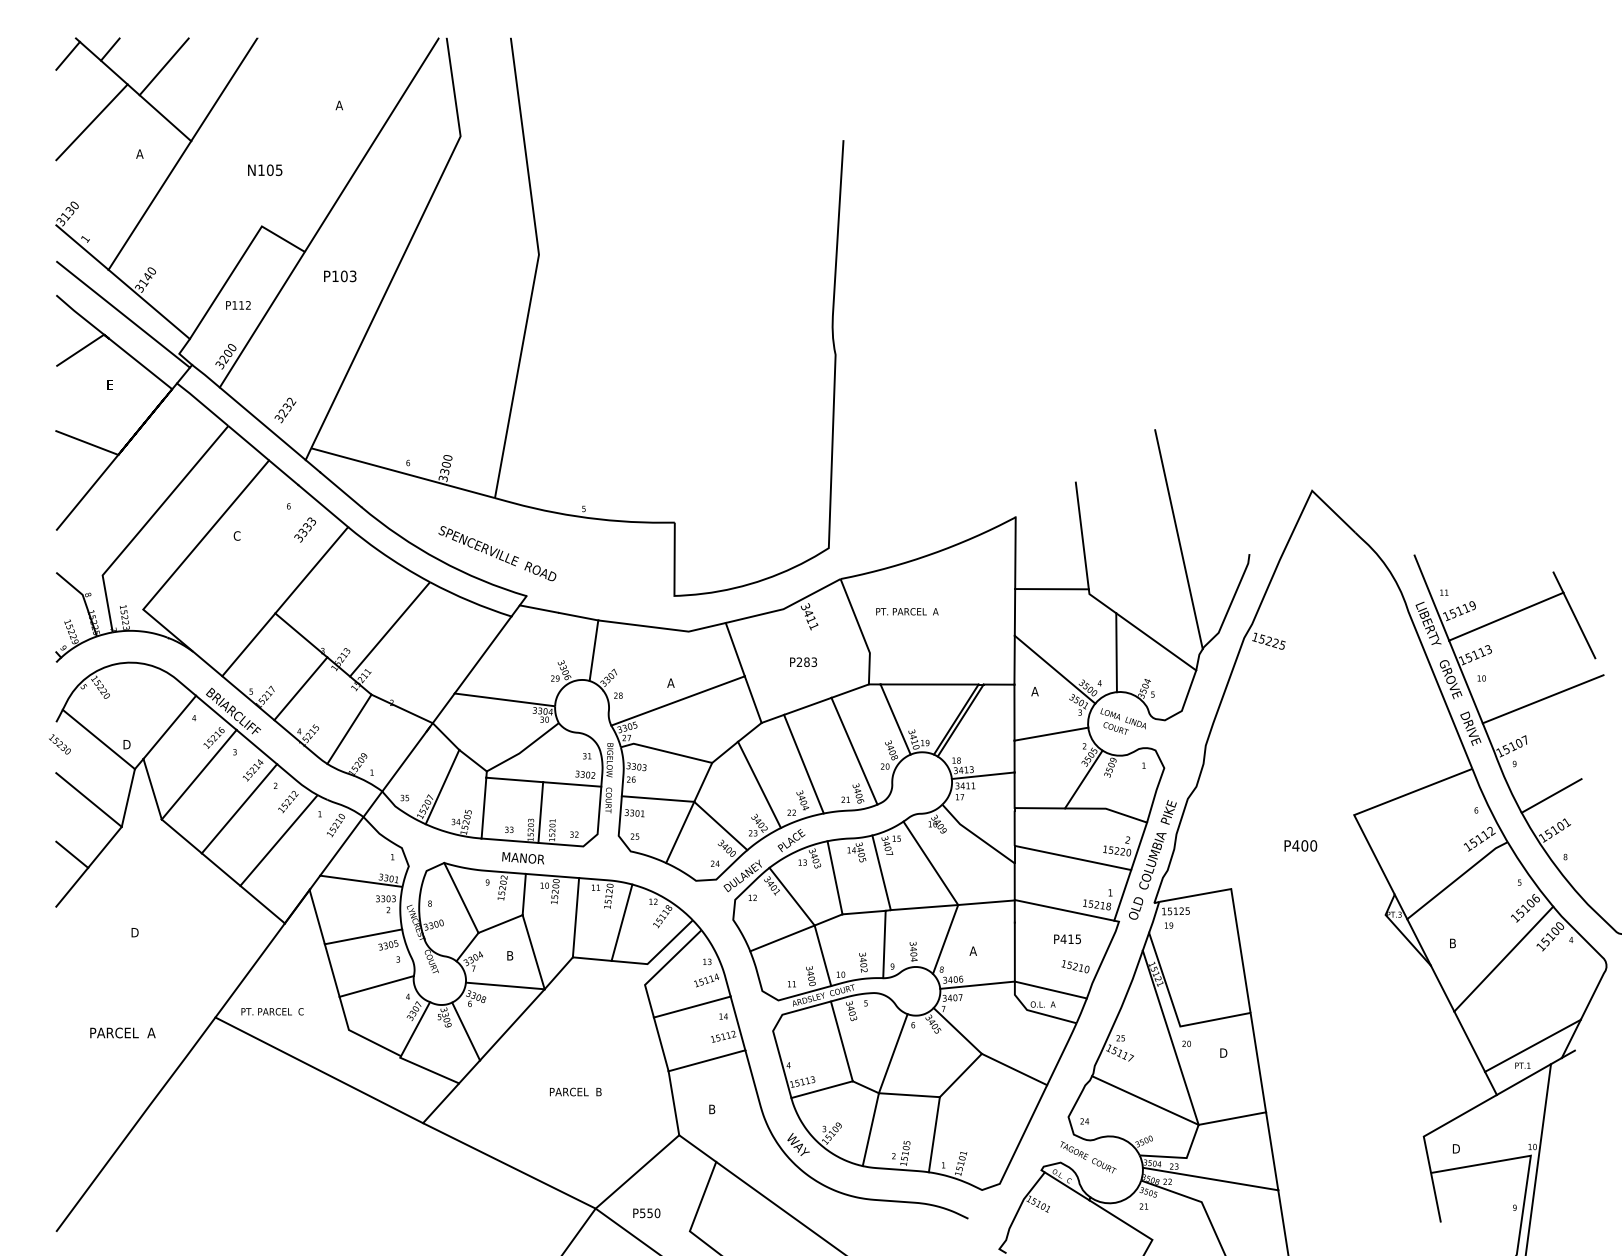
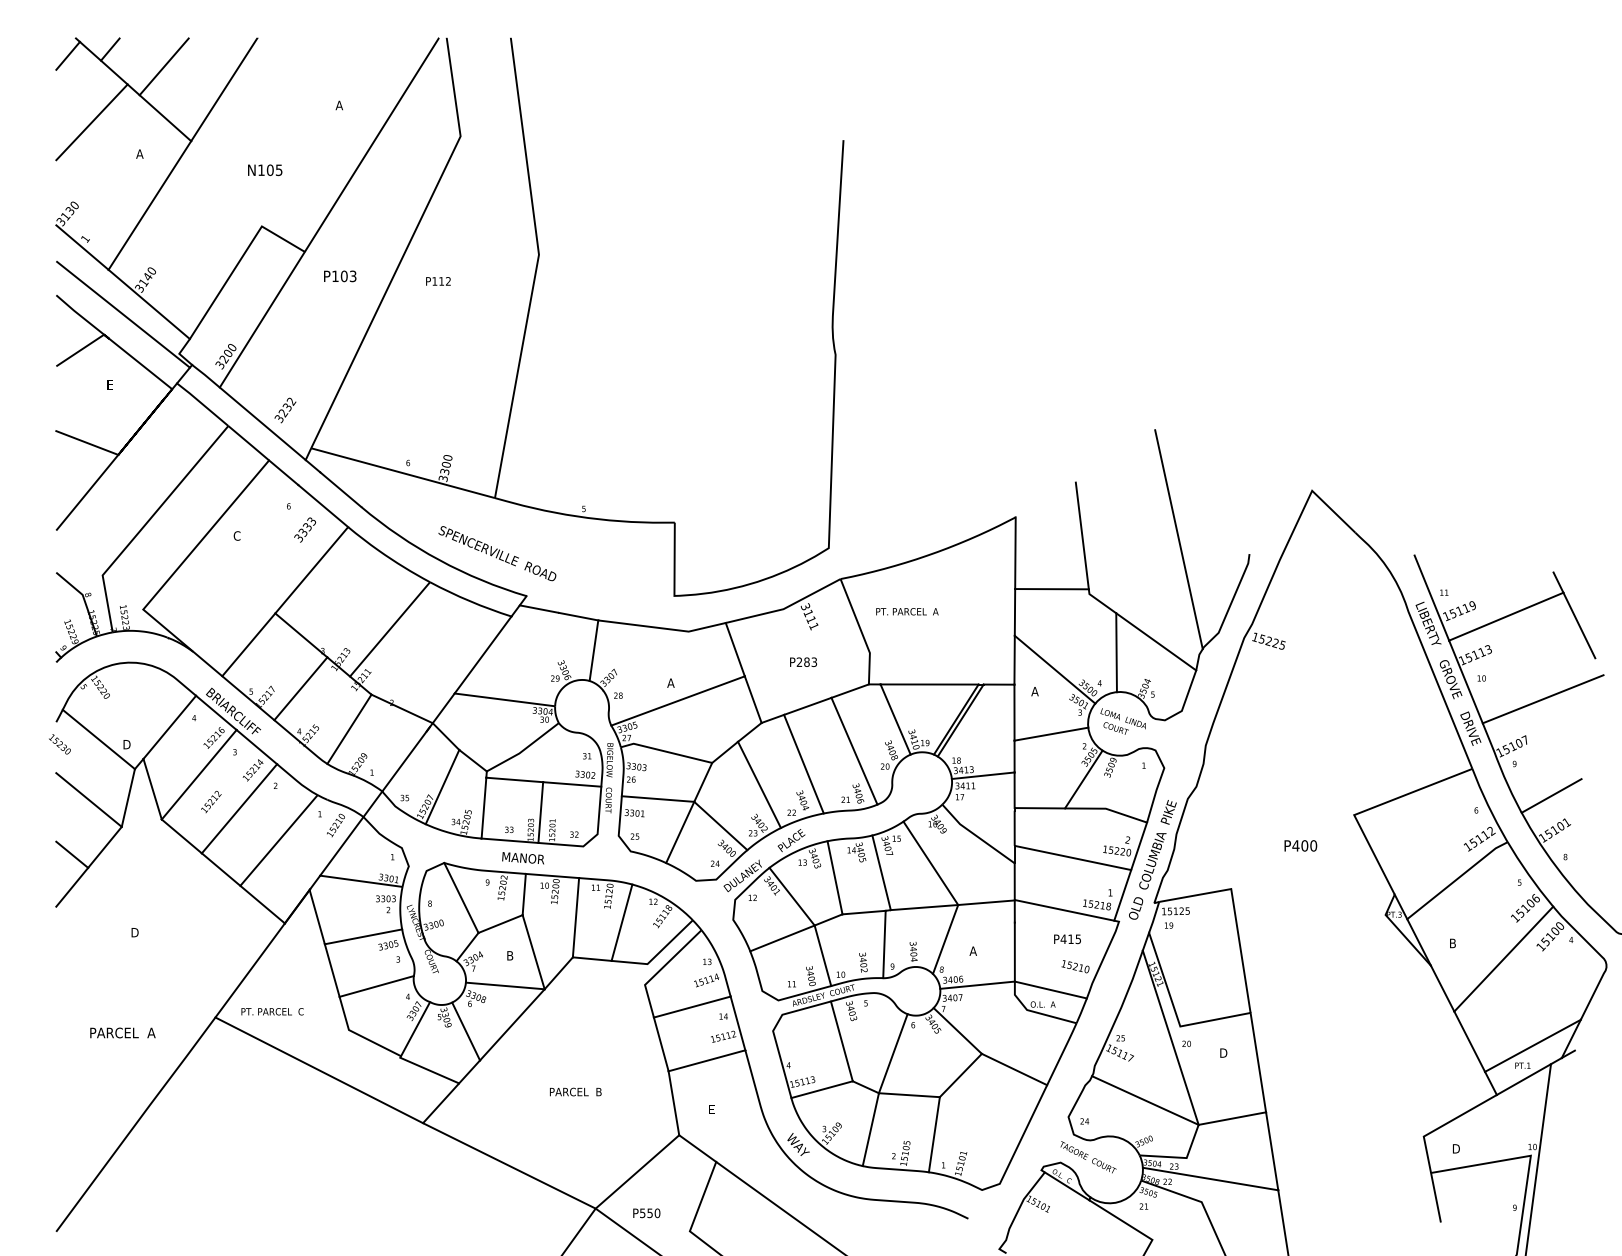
text at (238, 305) position: (238, 305) -> (438, 281)
text at (808, 613): 3411 -> 3111
text at (288, 801) position: (288, 801) -> (211, 801)
text at (712, 1109): B -> E
